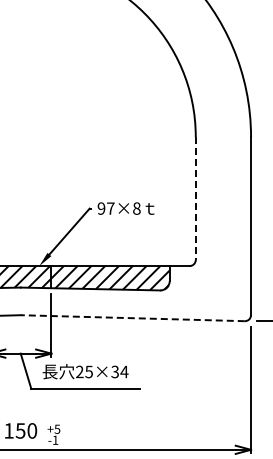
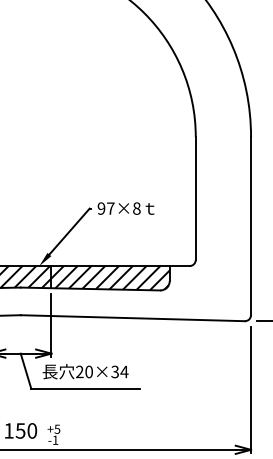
line at (195, 199): dashed -> solid
line at (132, 318): dashed -> solid
text at (88, 371): 25×34 -> 20×34
